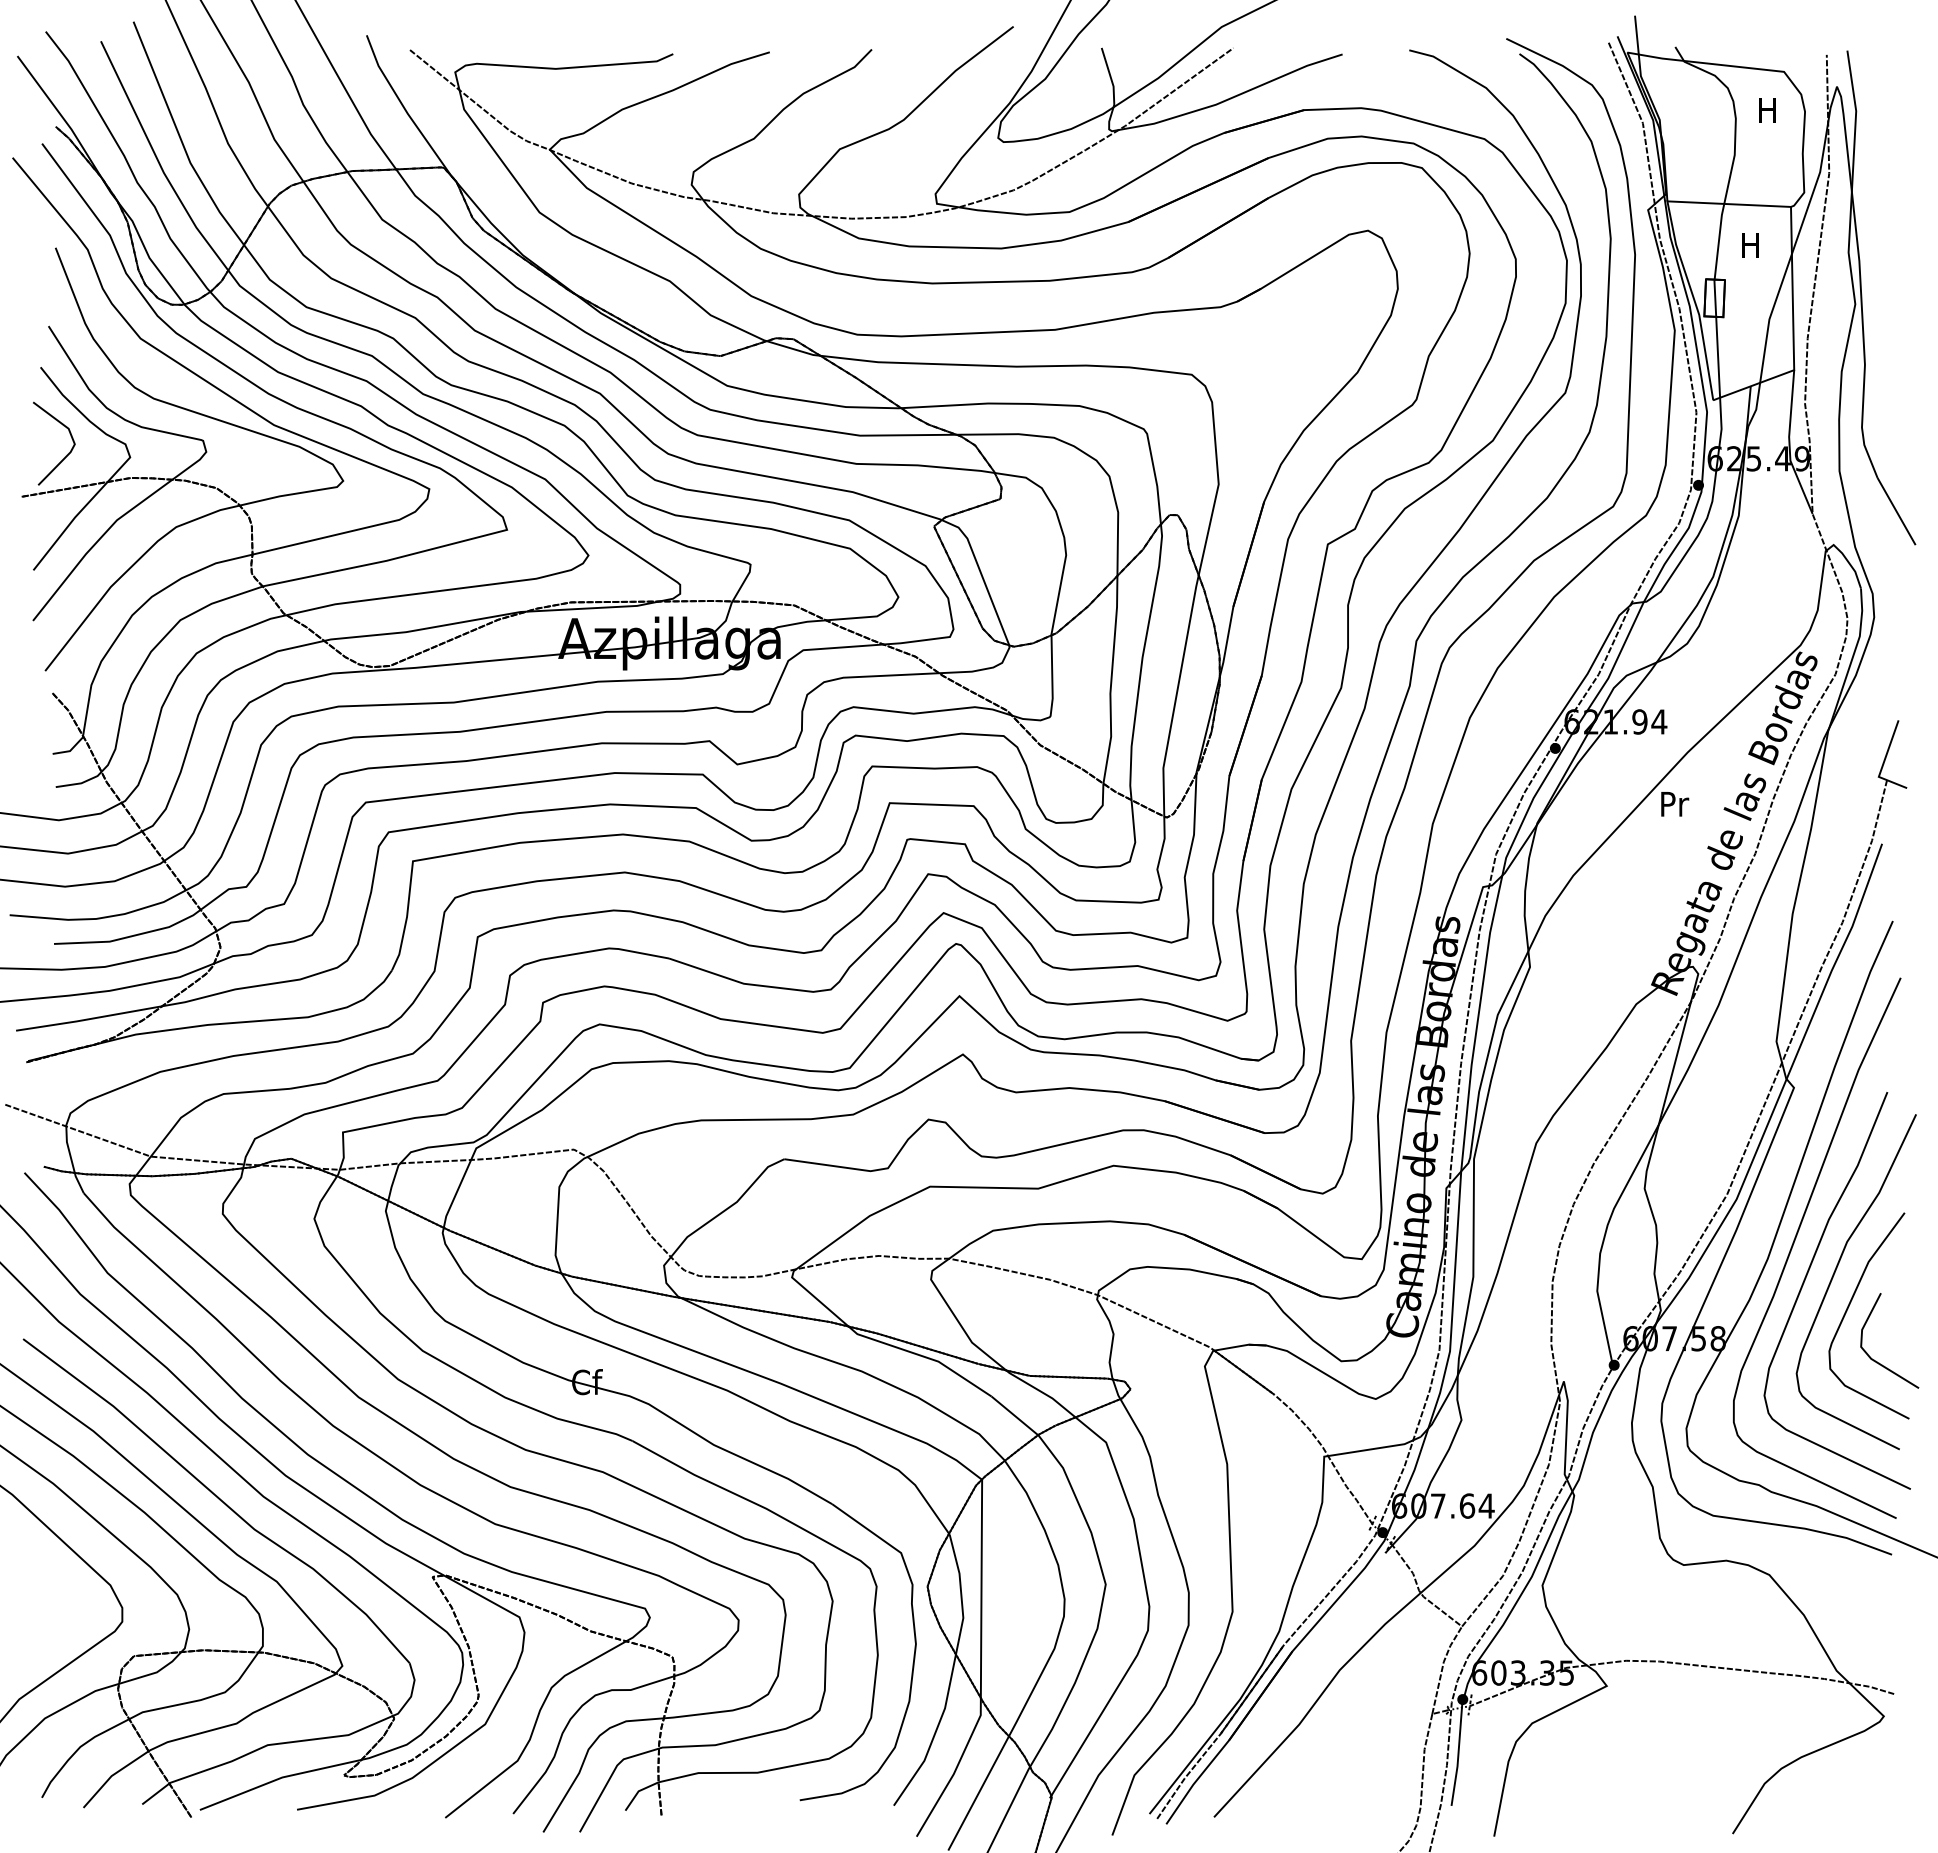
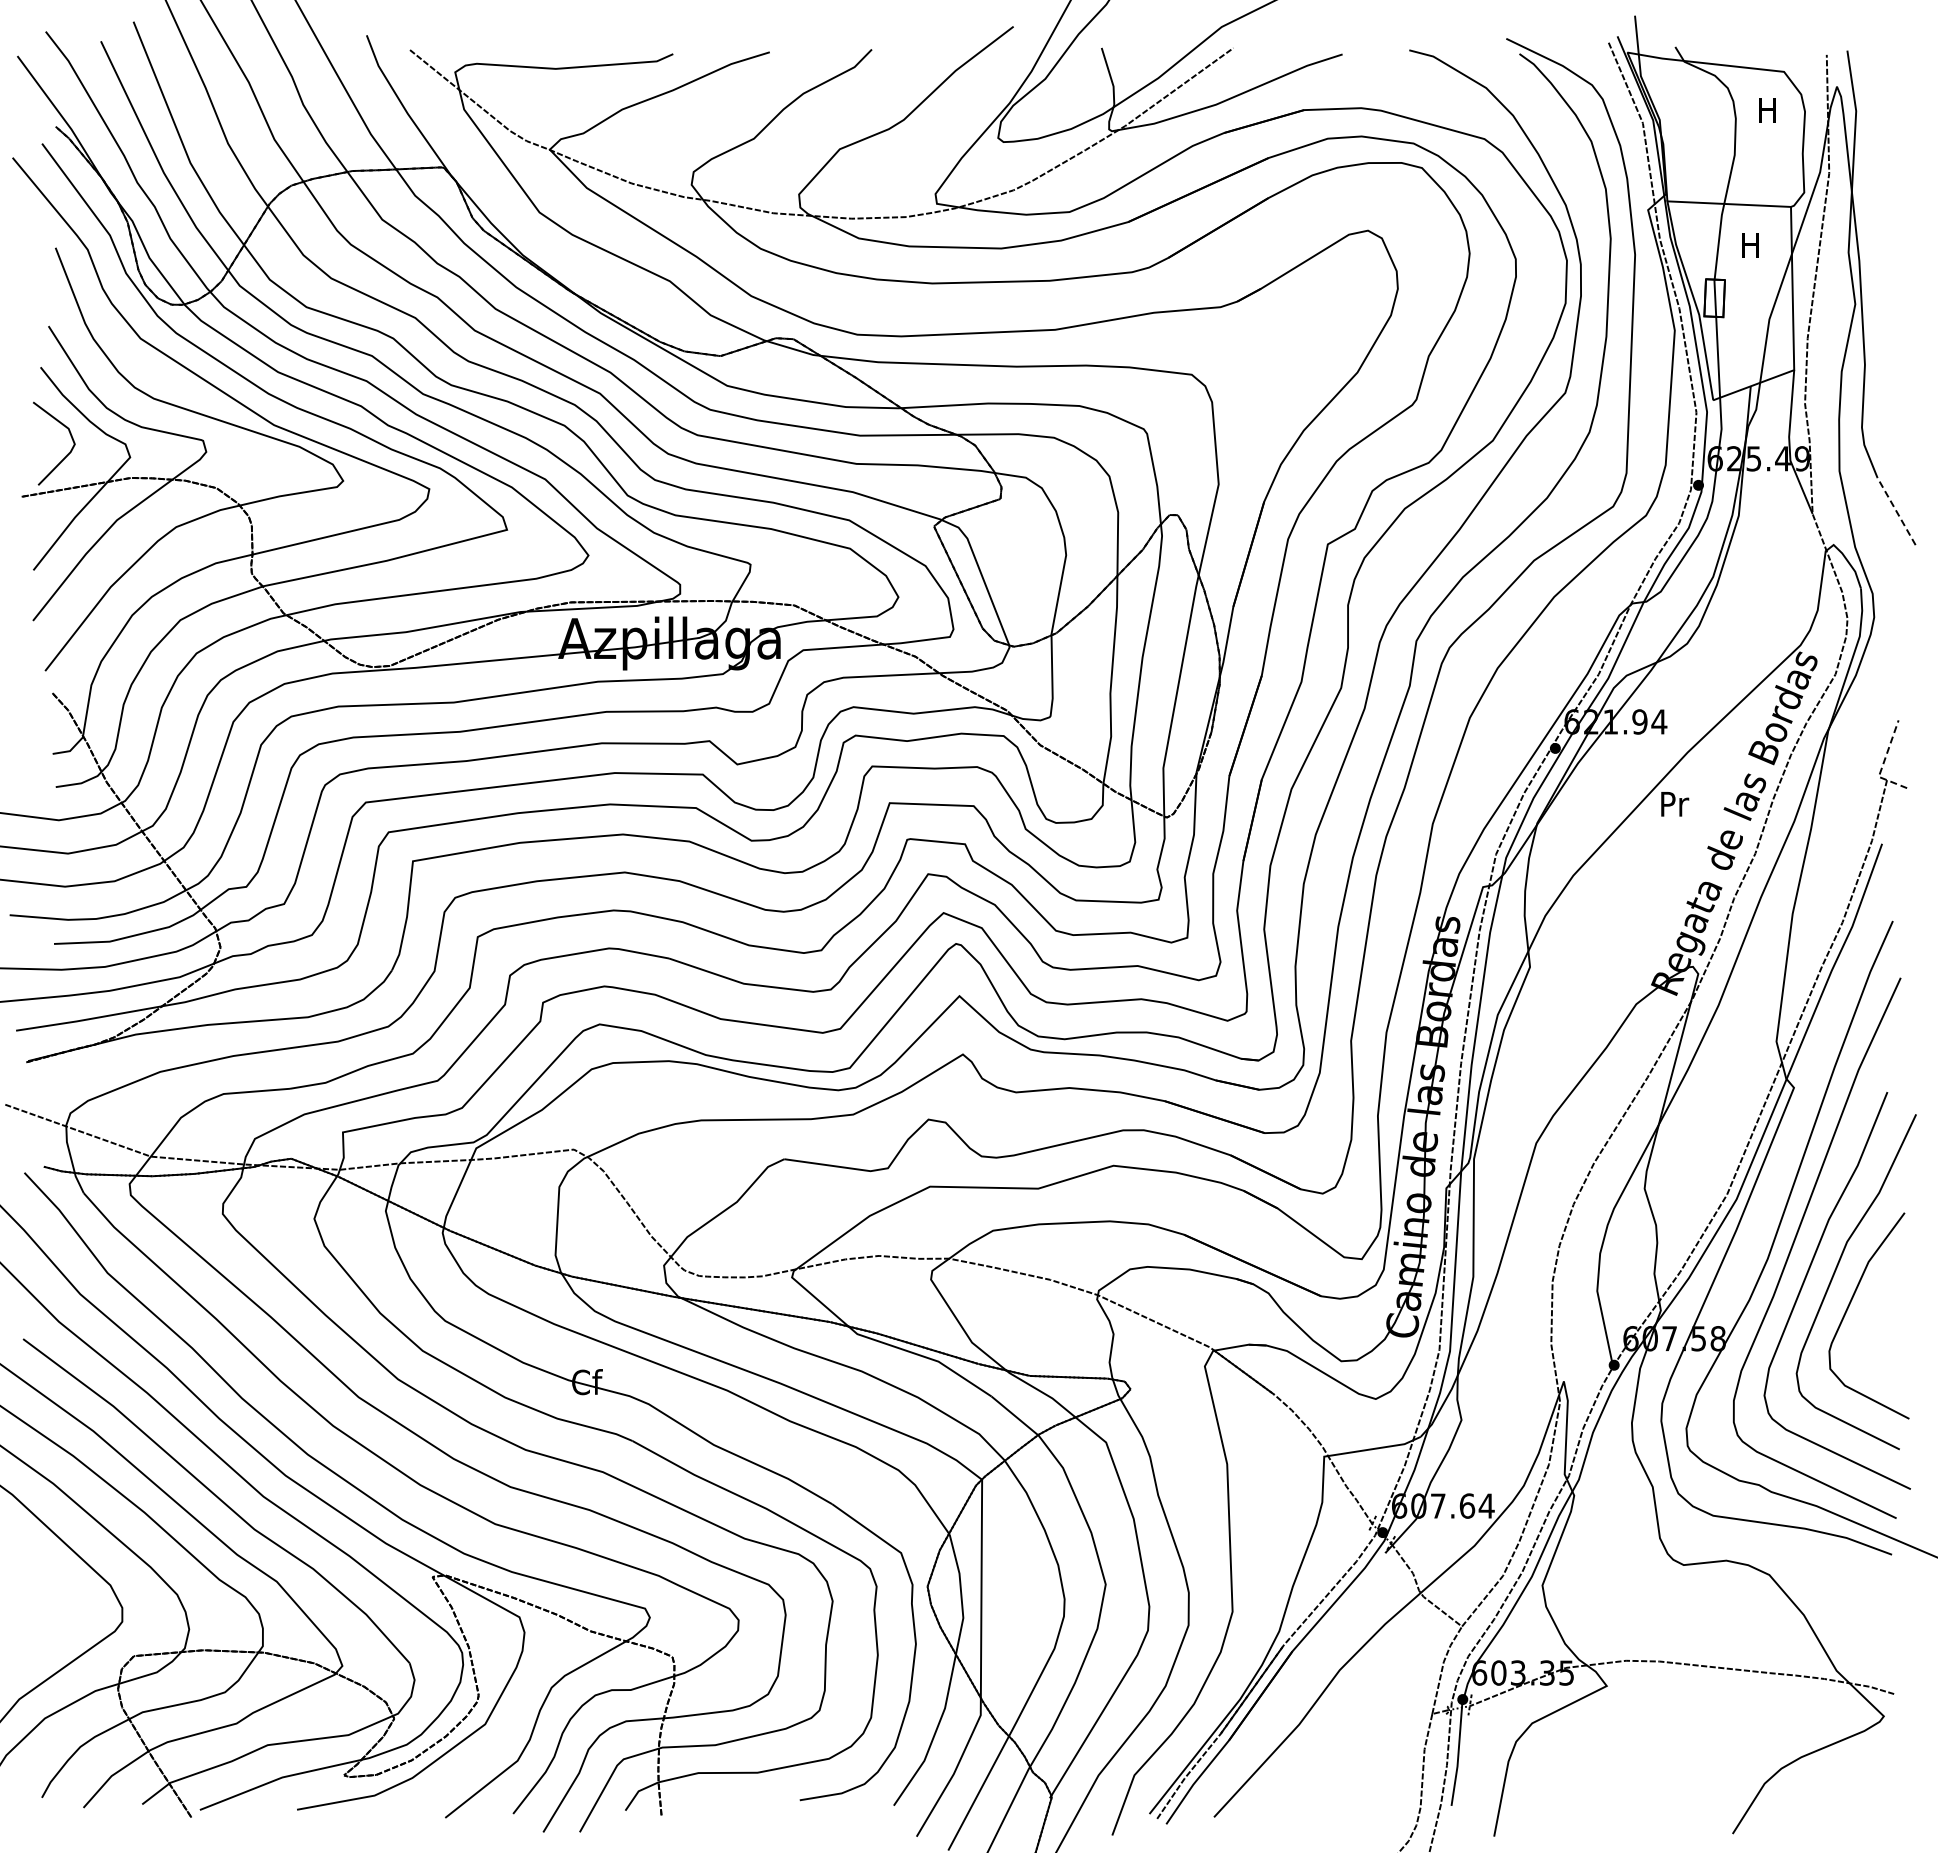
line at (1896, 511): solid -> dashed
line at (1883, 763): solid -> dashed
line at (1879, 1362): present -> none
